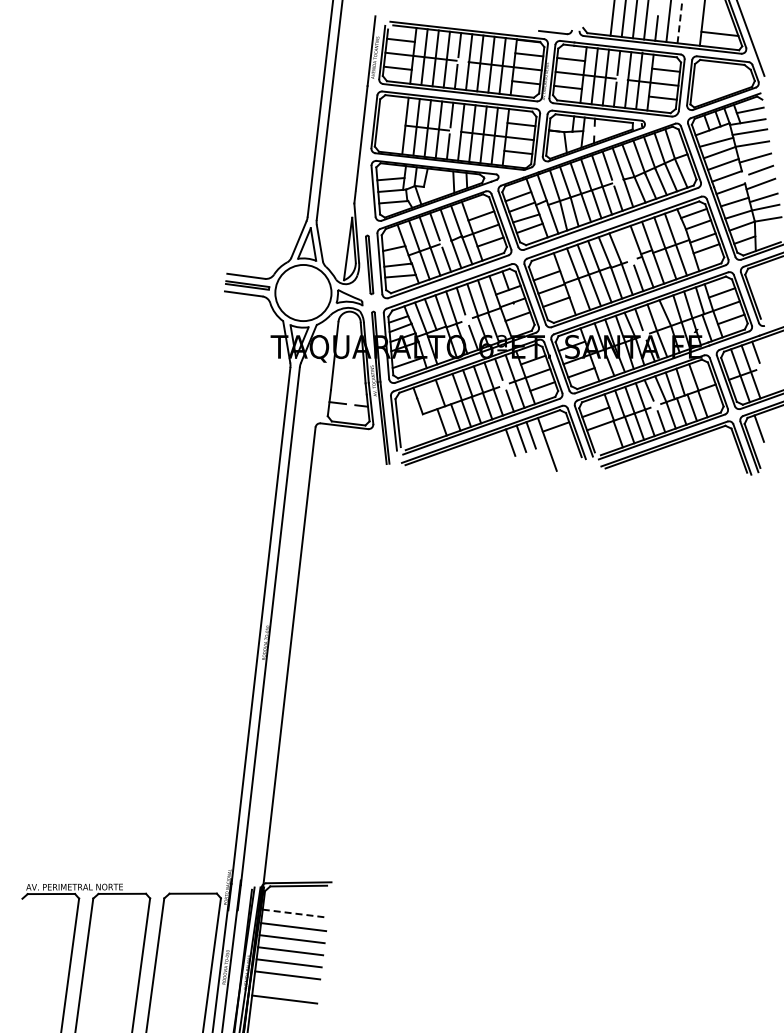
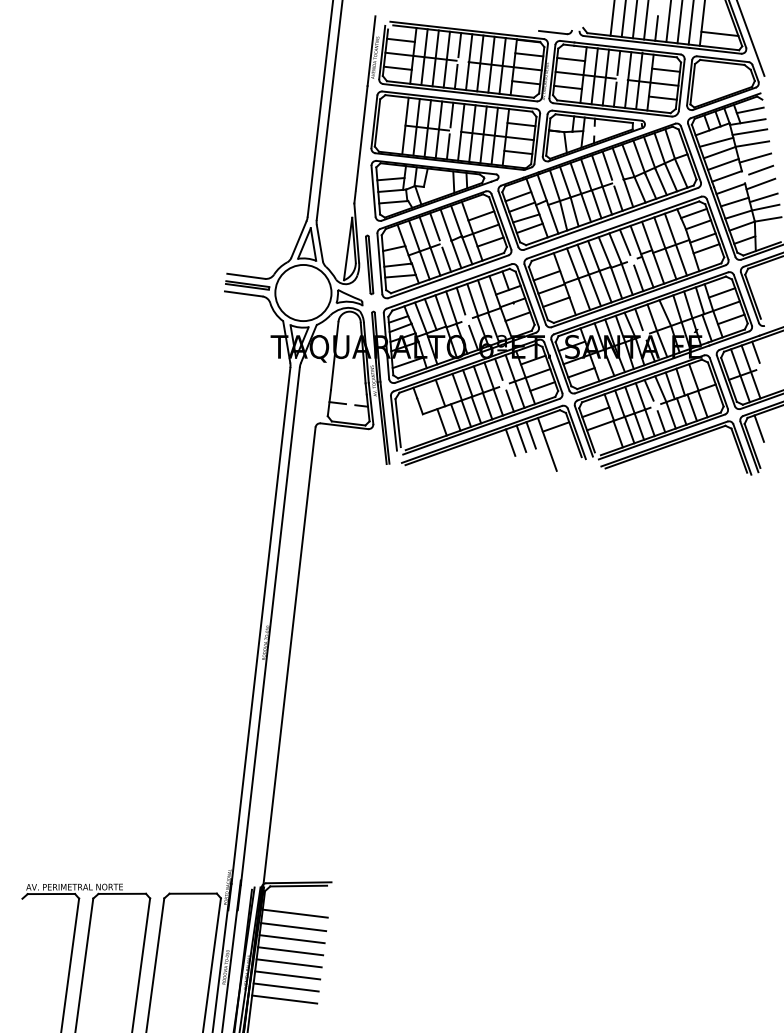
line at (679, 21): dashed -> solid
line at (690, 23): none -> present
line at (624, 242): none -> present
line at (295, 913): dashed -> solid
line at (285, 987): none -> present
